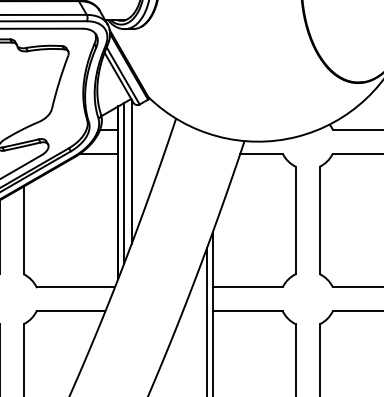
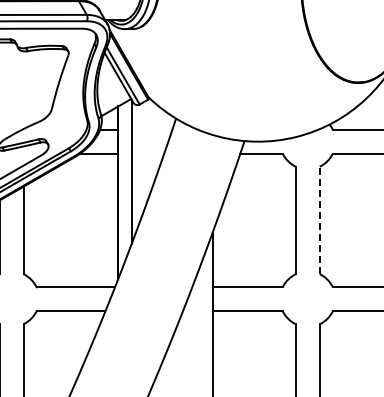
line at (123, 183): present -> none
line at (319, 220): solid -> dashed
line at (207, 320): present -> none
